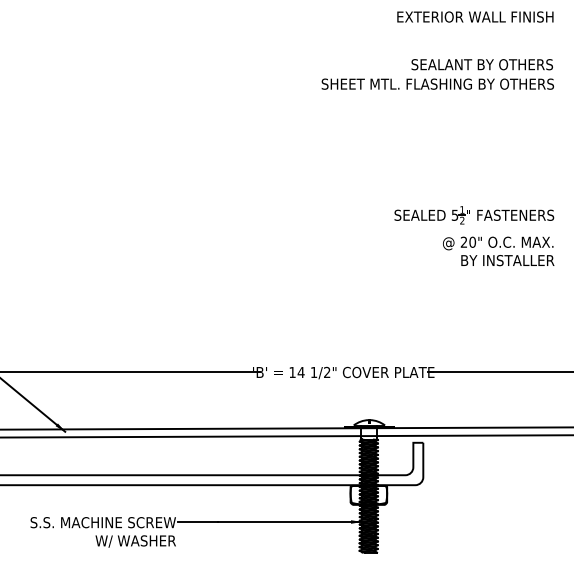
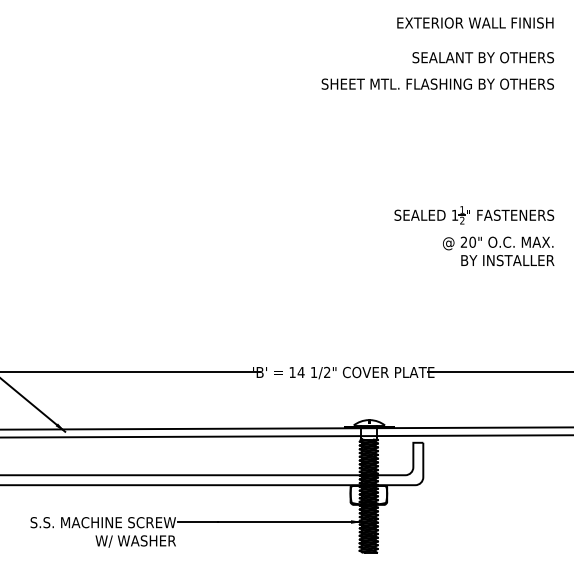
text at (475, 16) position: (475, 16) -> (475, 22)
text at (481, 64) position: (481, 64) -> (482, 57)
text at (454, 214): 5 -> 1
